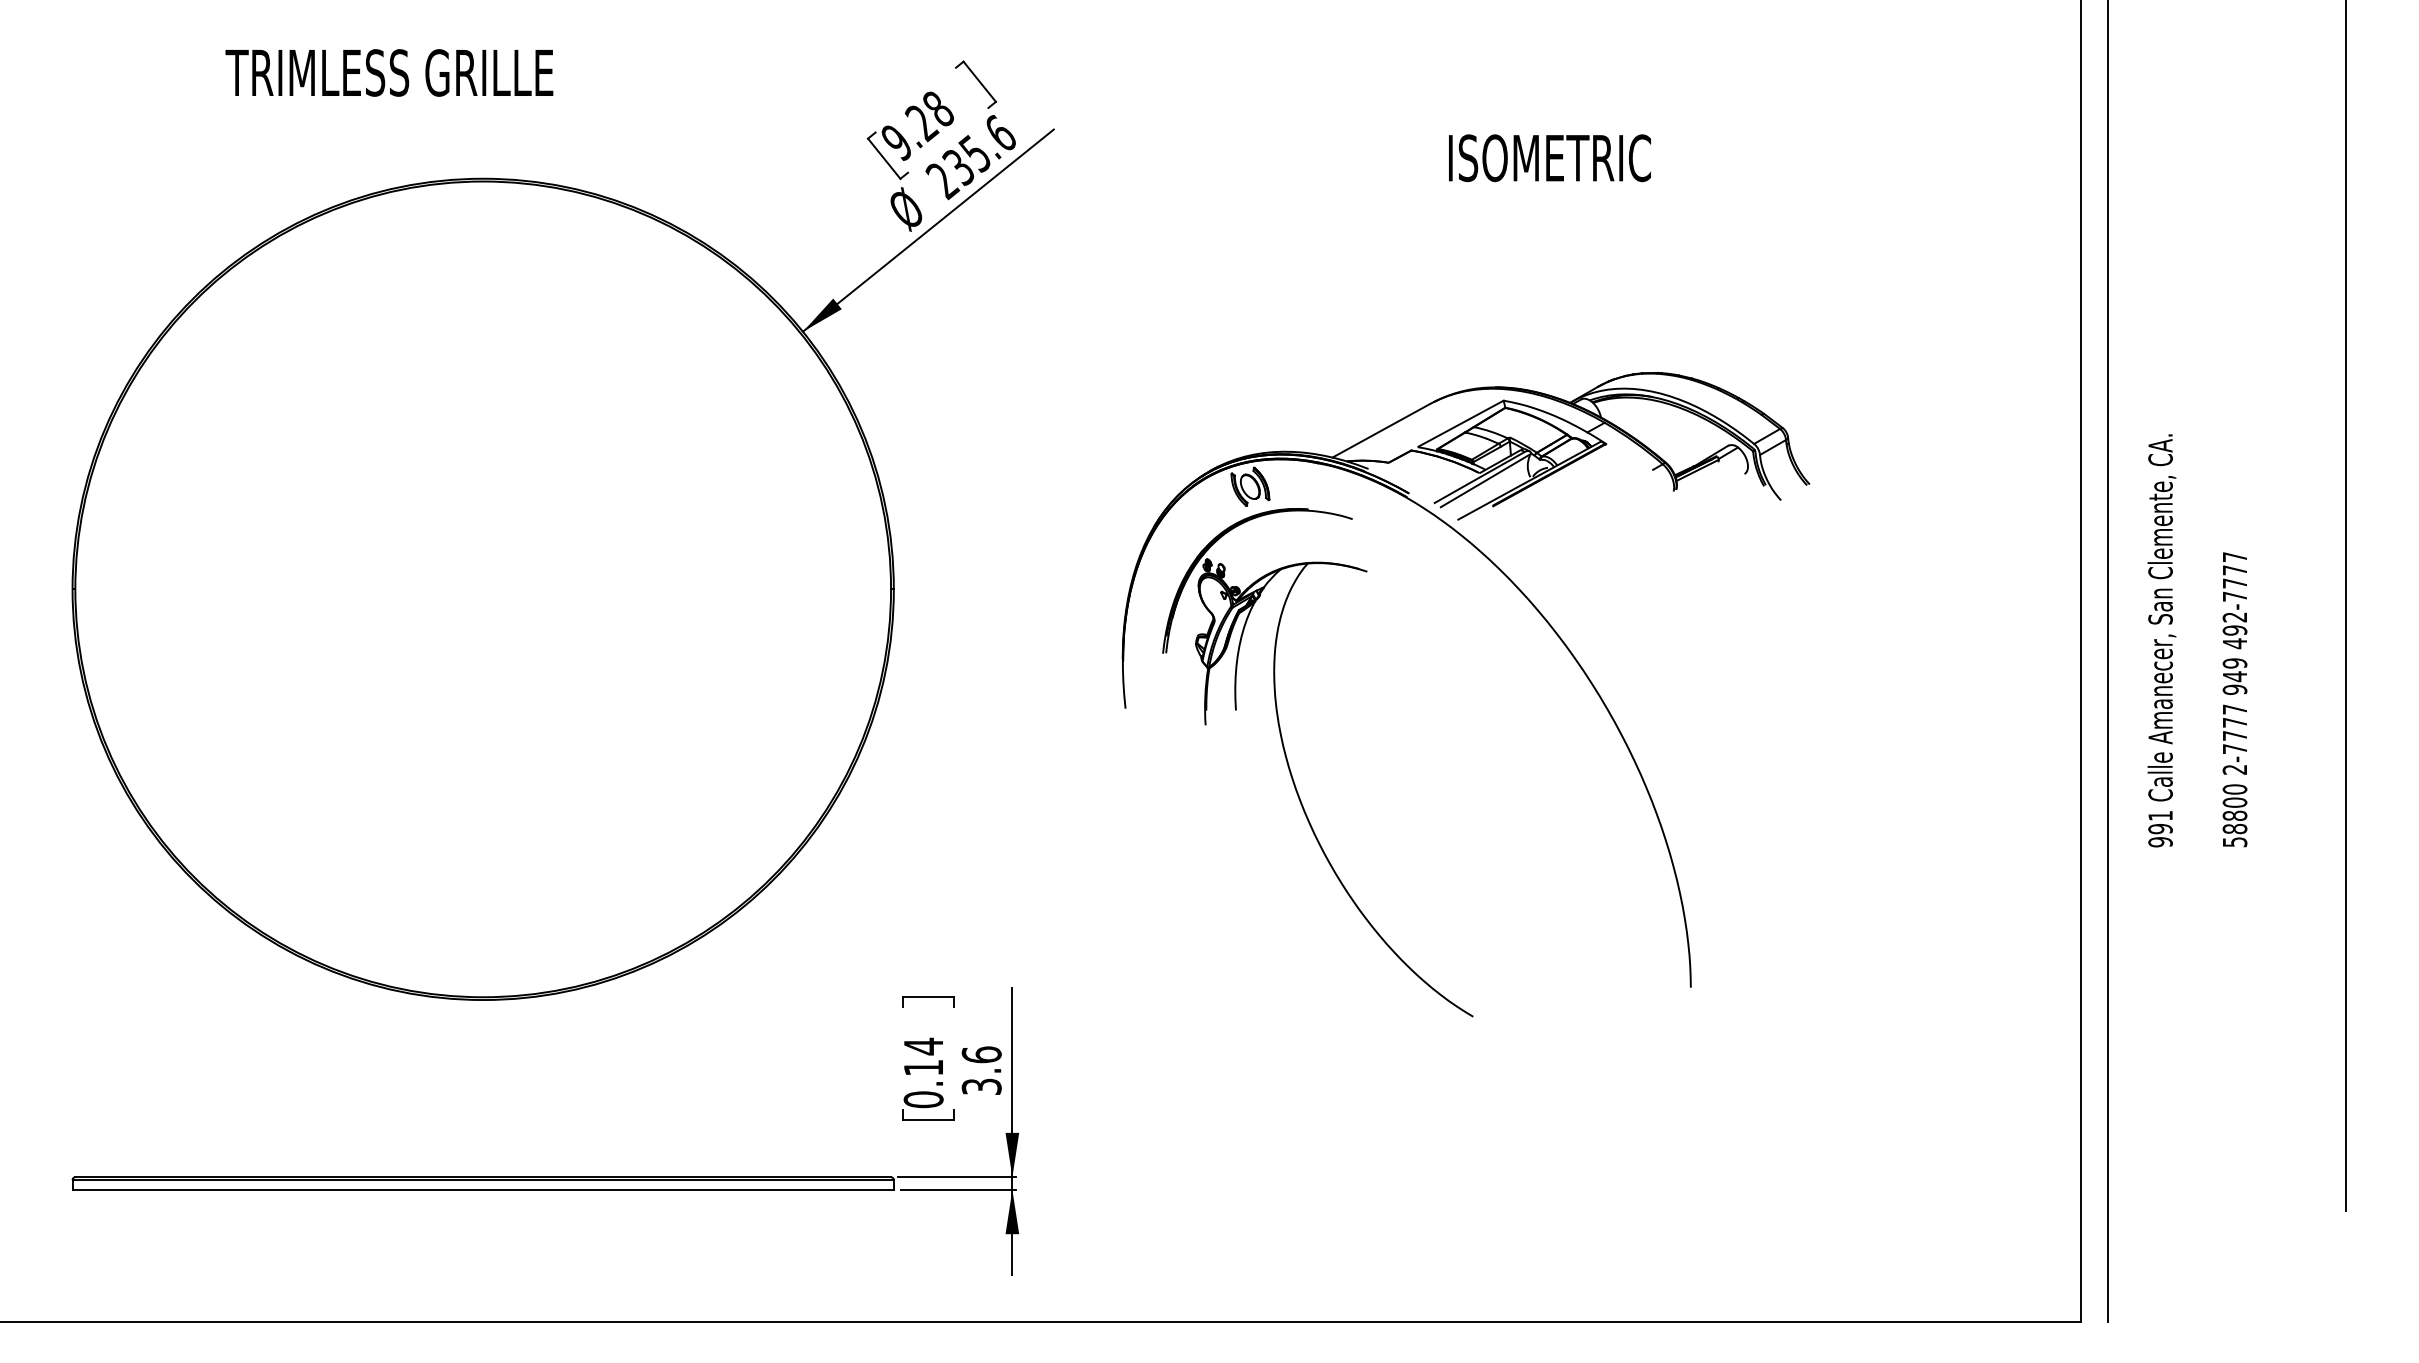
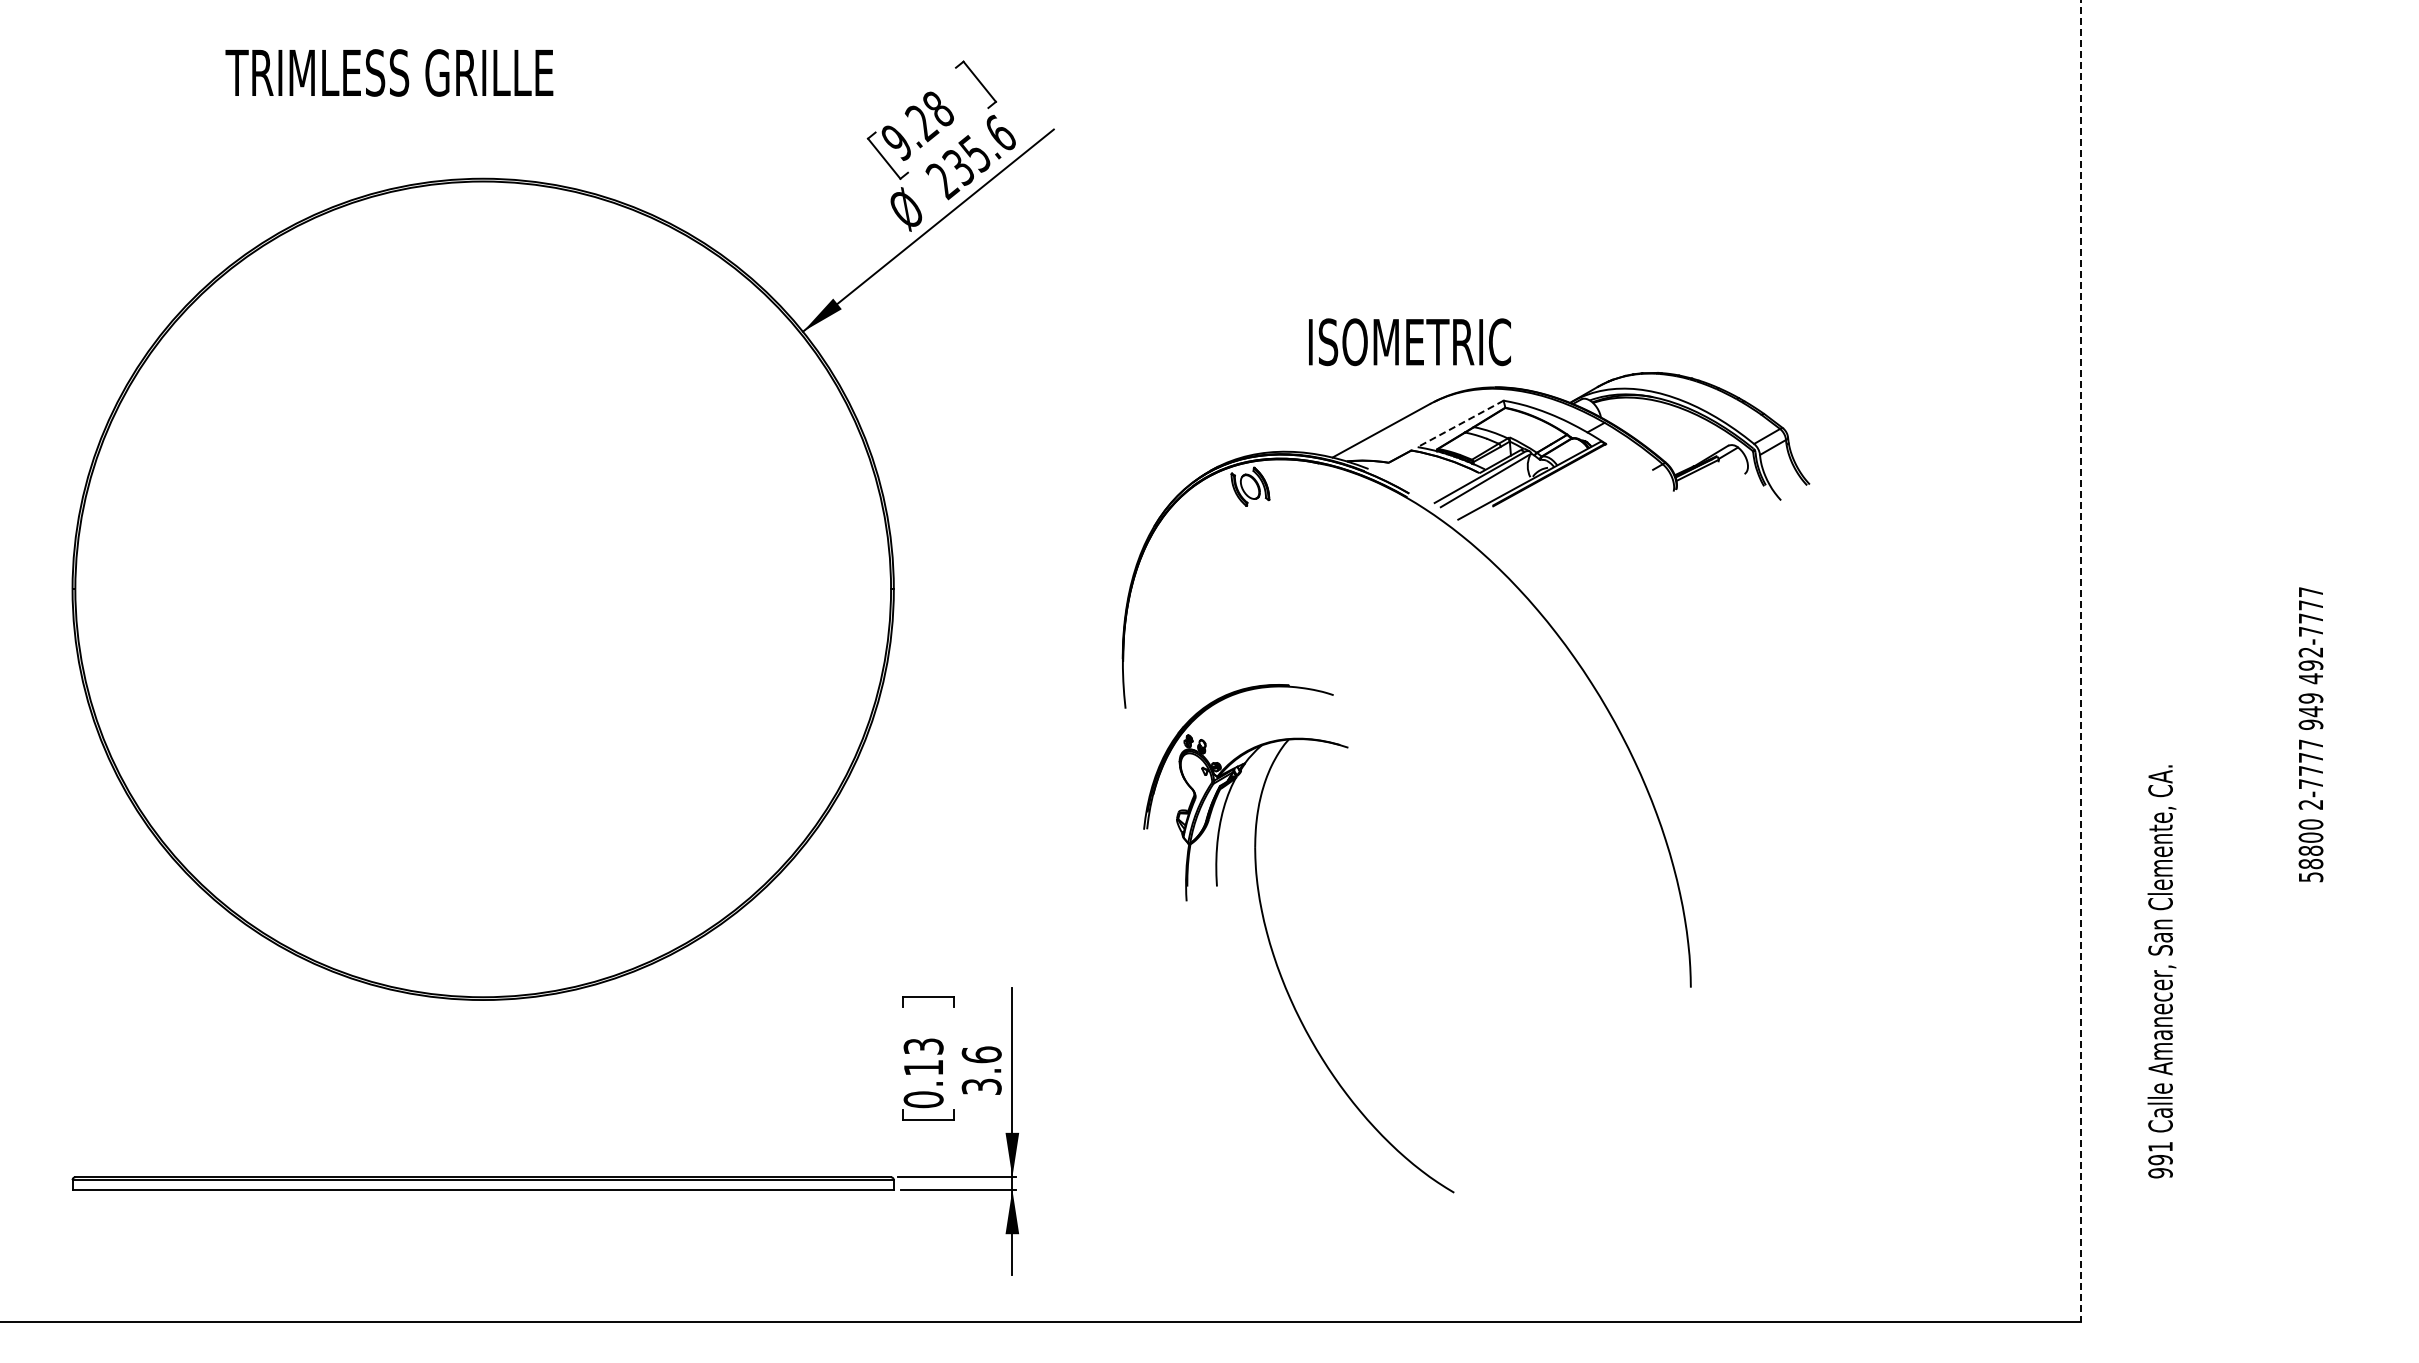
text at (1549, 158) position: (1549, 158) -> (1409, 342)
line at (1459, 424): solid -> dashed
line at (2346, 606): present -> none
text at (2161, 640) position: (2161, 640) -> (2161, 971)
line at (2080, 661): solid -> dashed
line at (2108, 662): present -> none
text at (2234, 699) position: (2234, 699) -> (2310, 734)
part at (1291, 771) position: (1291, 771) -> (1272, 947)
text at (923, 1046): 0.14 -> 0.13
